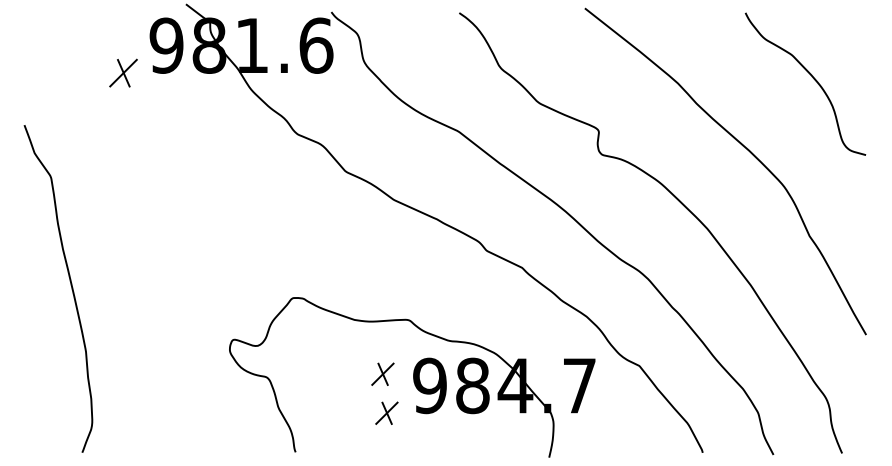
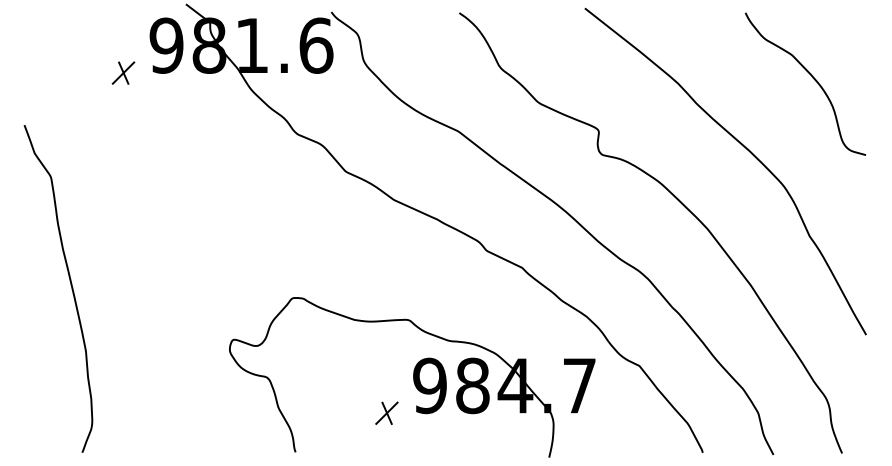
part at (123, 72) size: 29x30 px -> 25x24 px
part at (382, 373): present -> none
